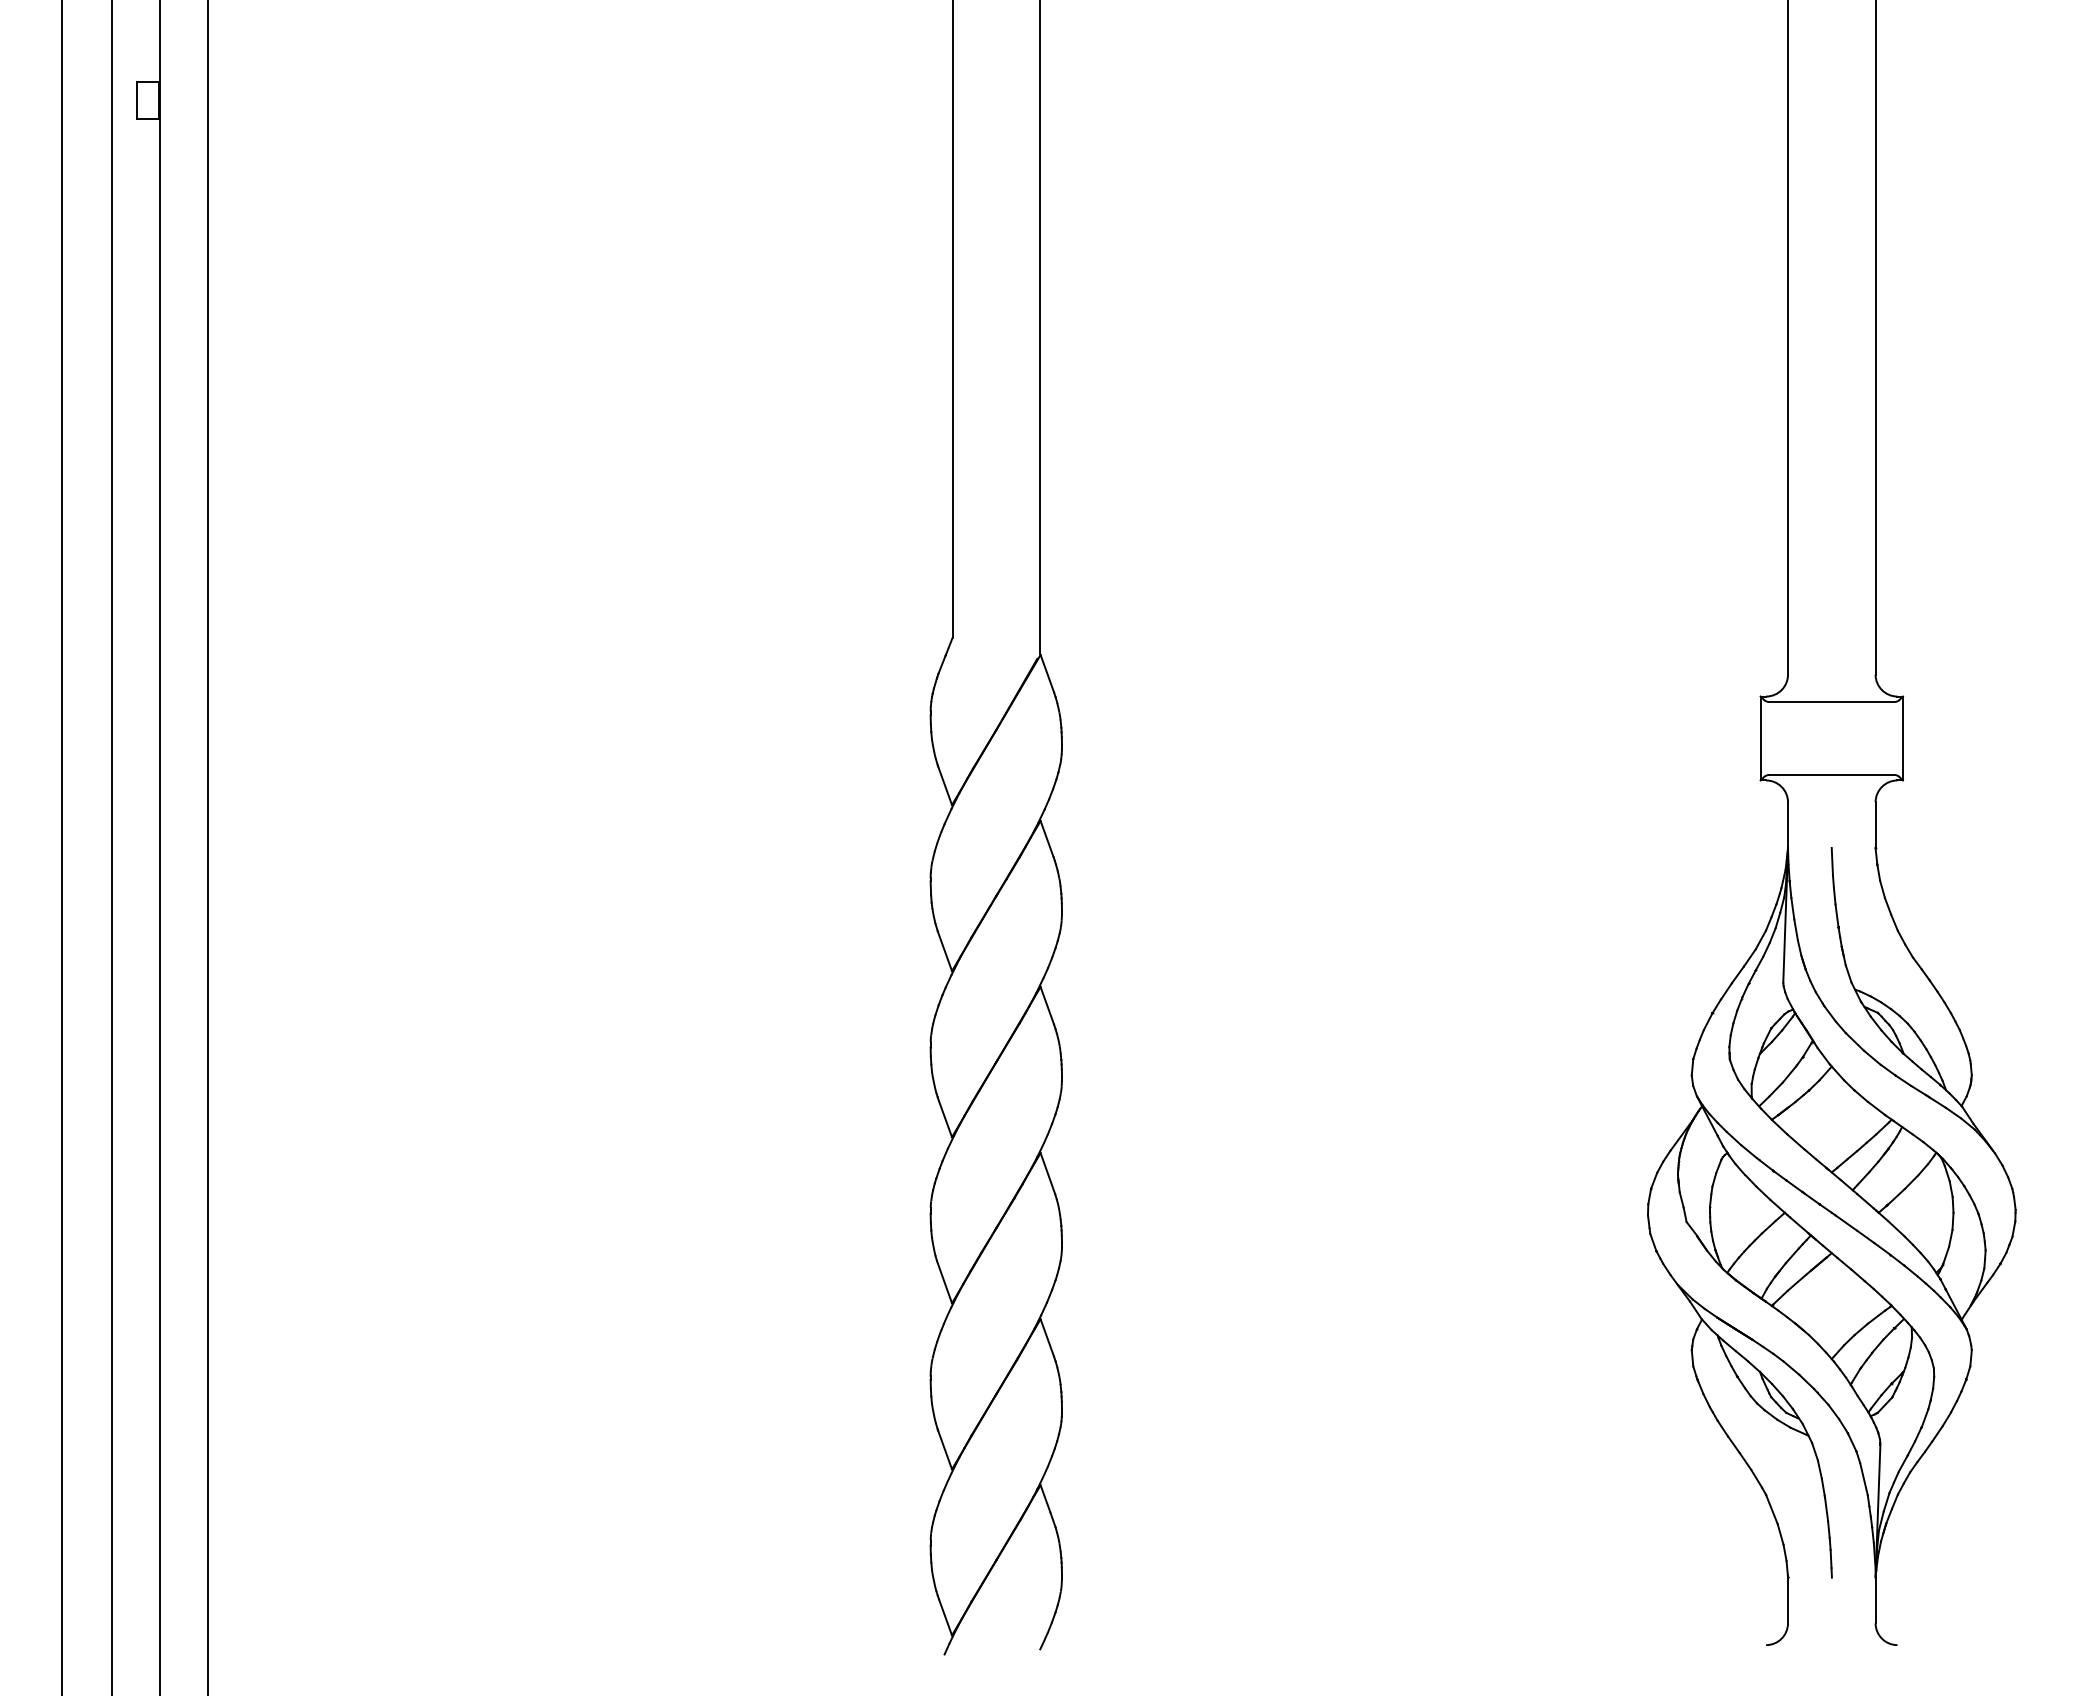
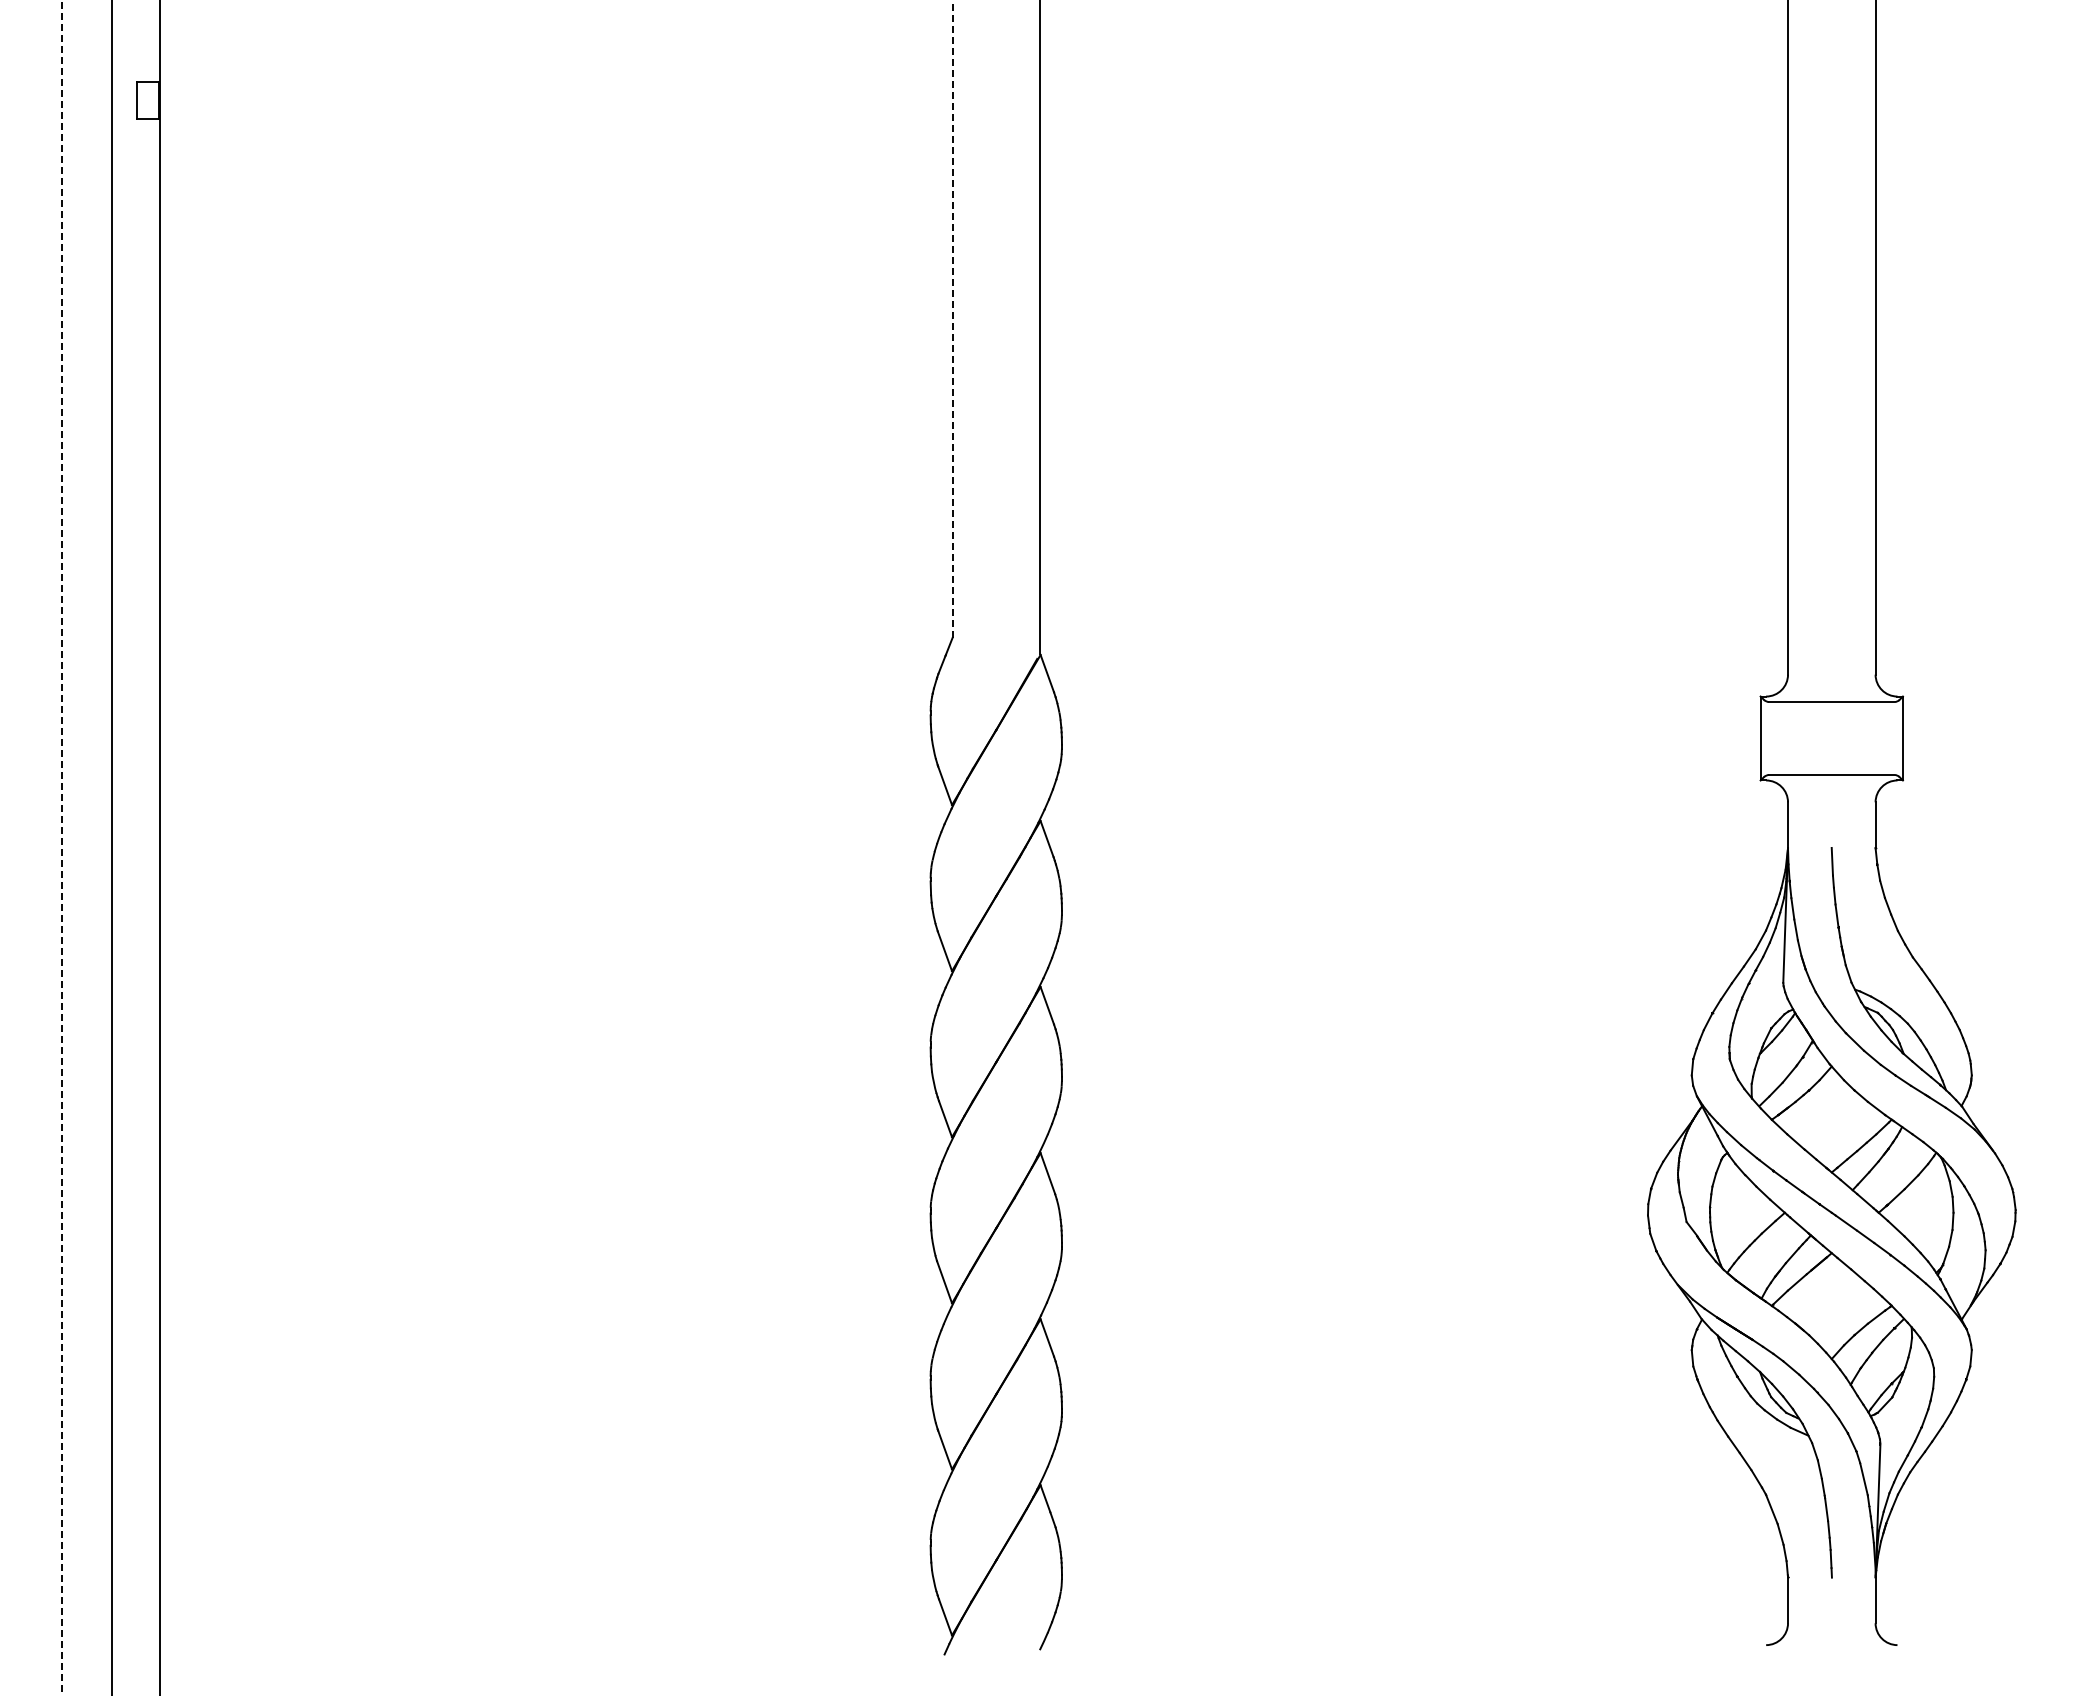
line at (952, 319): solid -> dashed
line at (208, 847): present -> none
line at (62, 848): solid -> dashed
